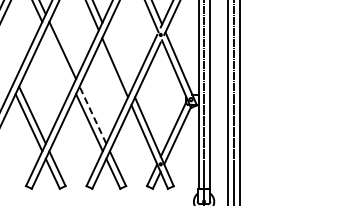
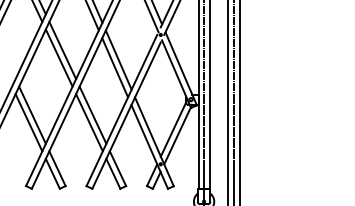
line at (58, 57): none -> present
line at (118, 59): none -> present
line at (92, 115): dashed -> solid
